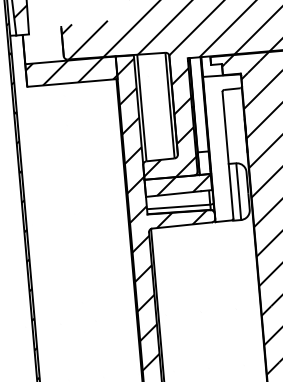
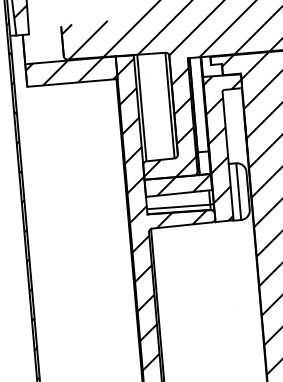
hatch at (222, 148): none -> present
